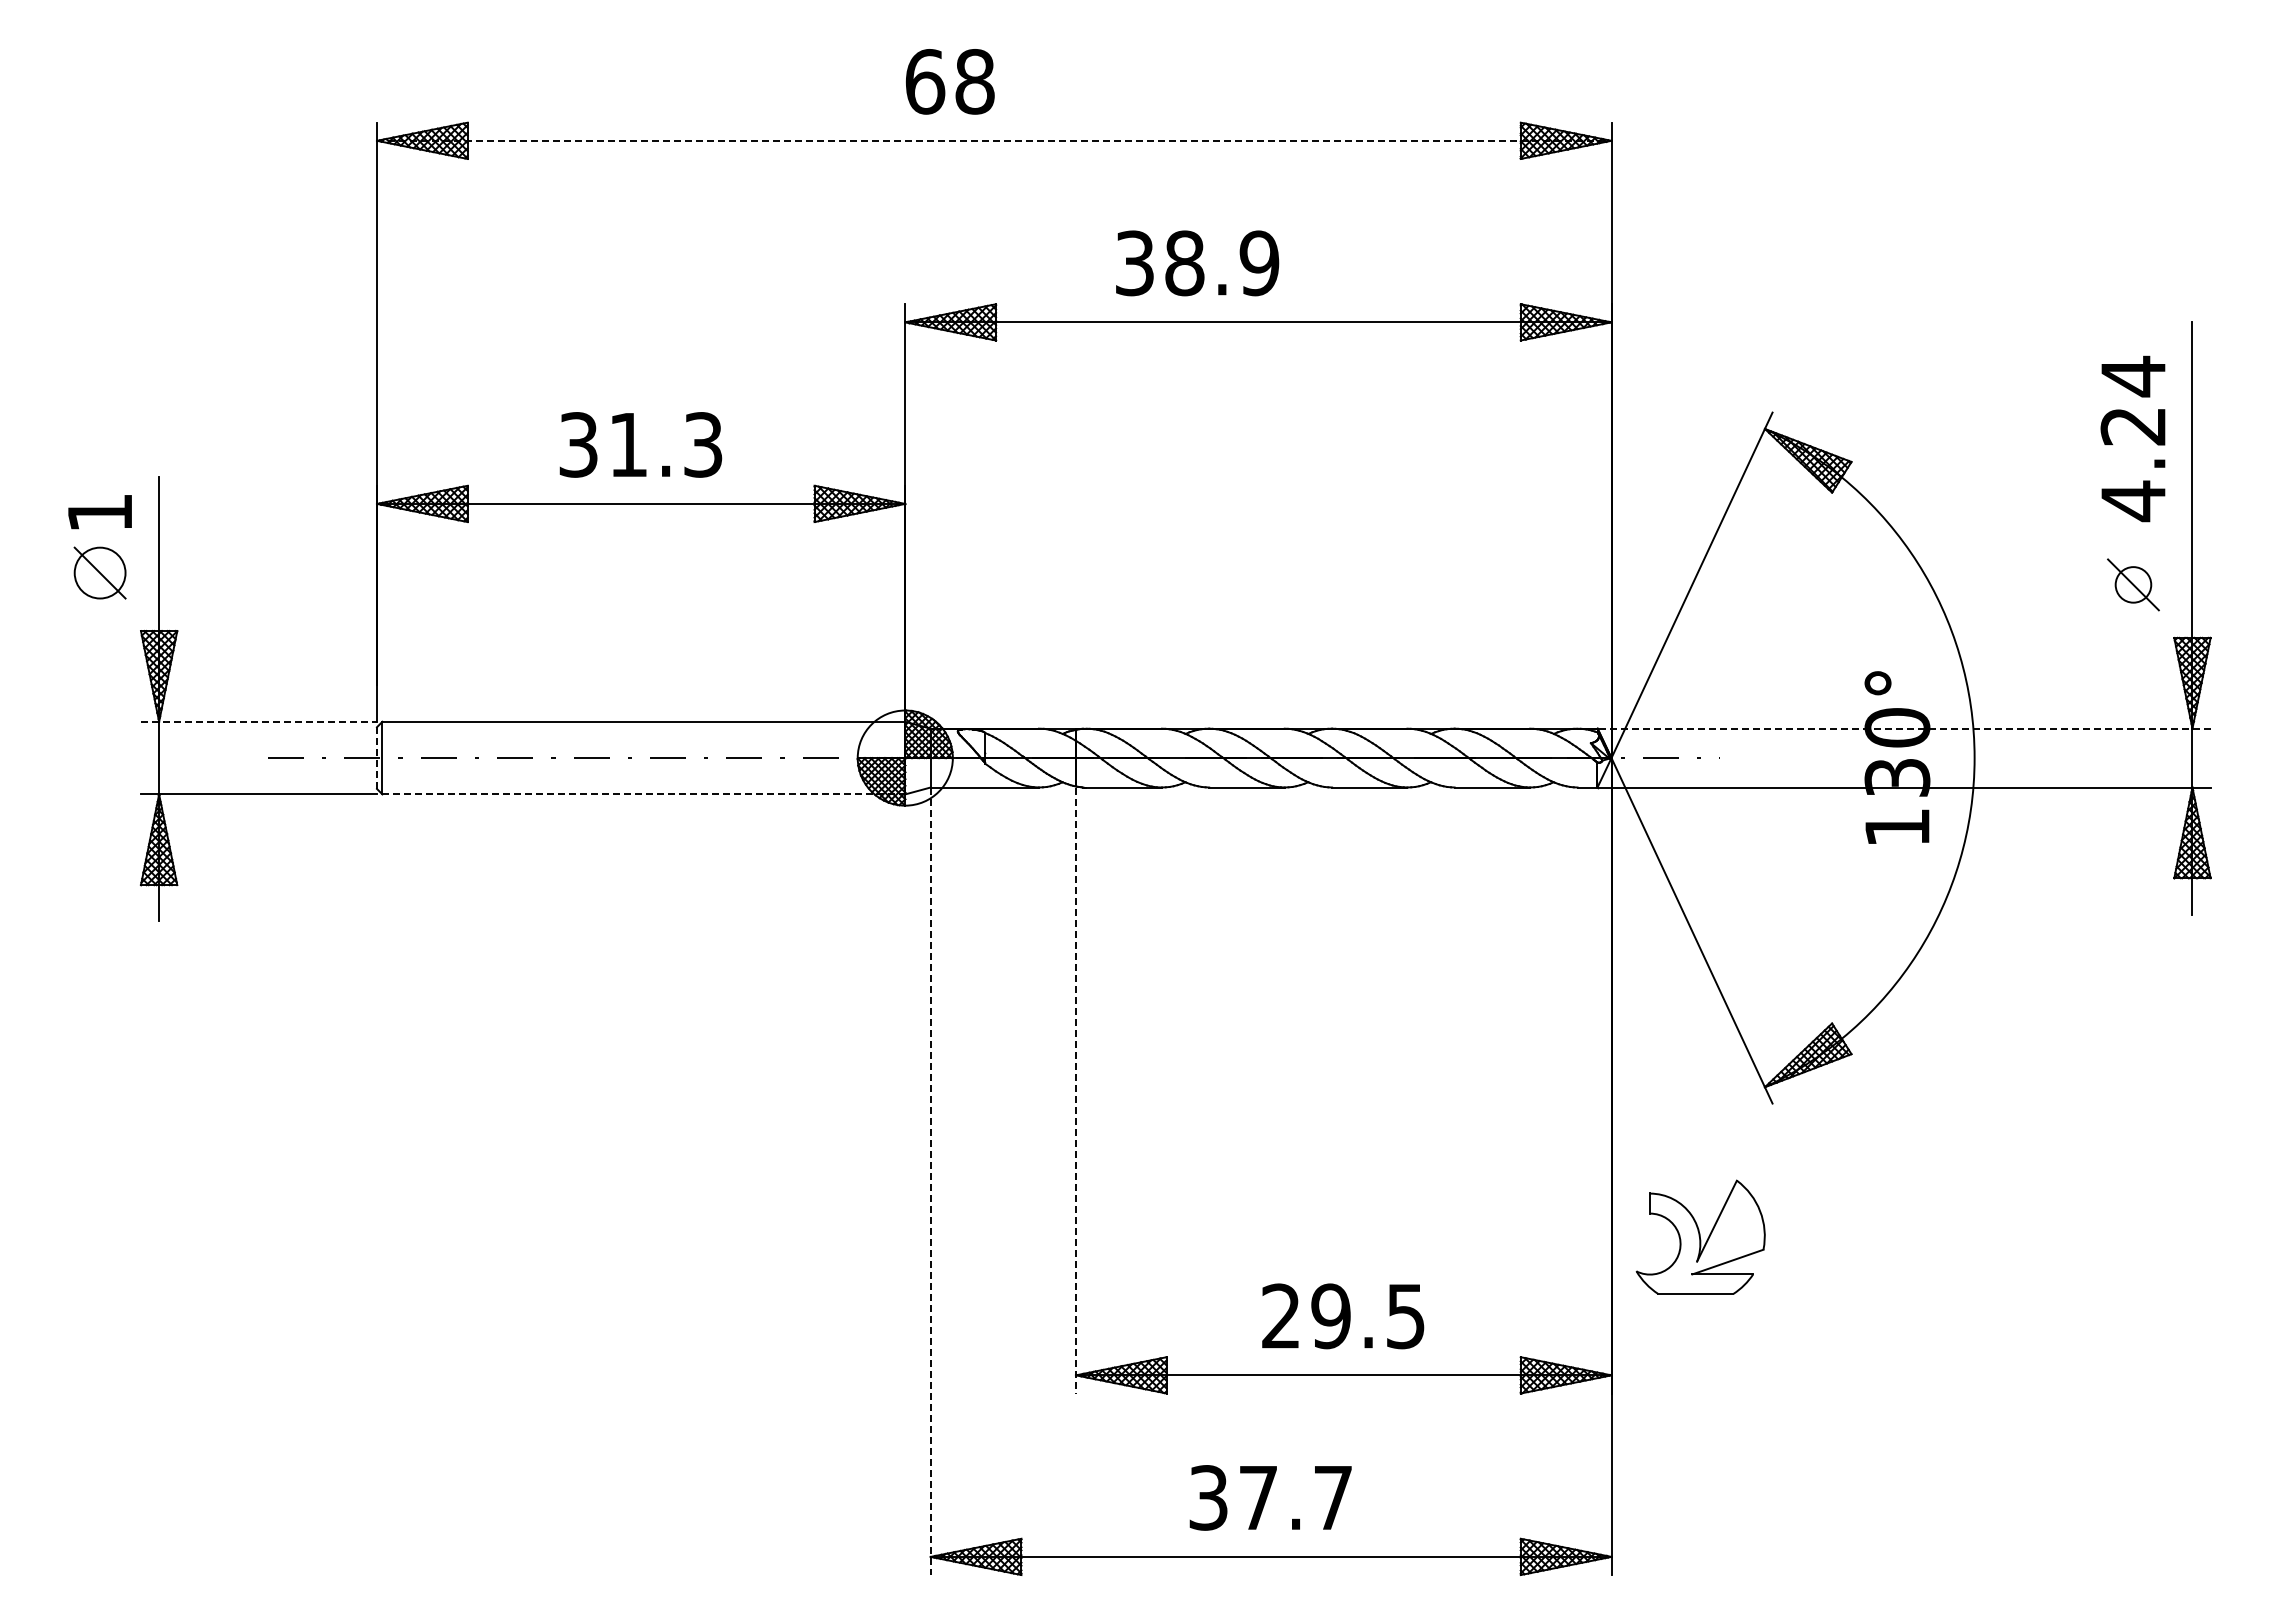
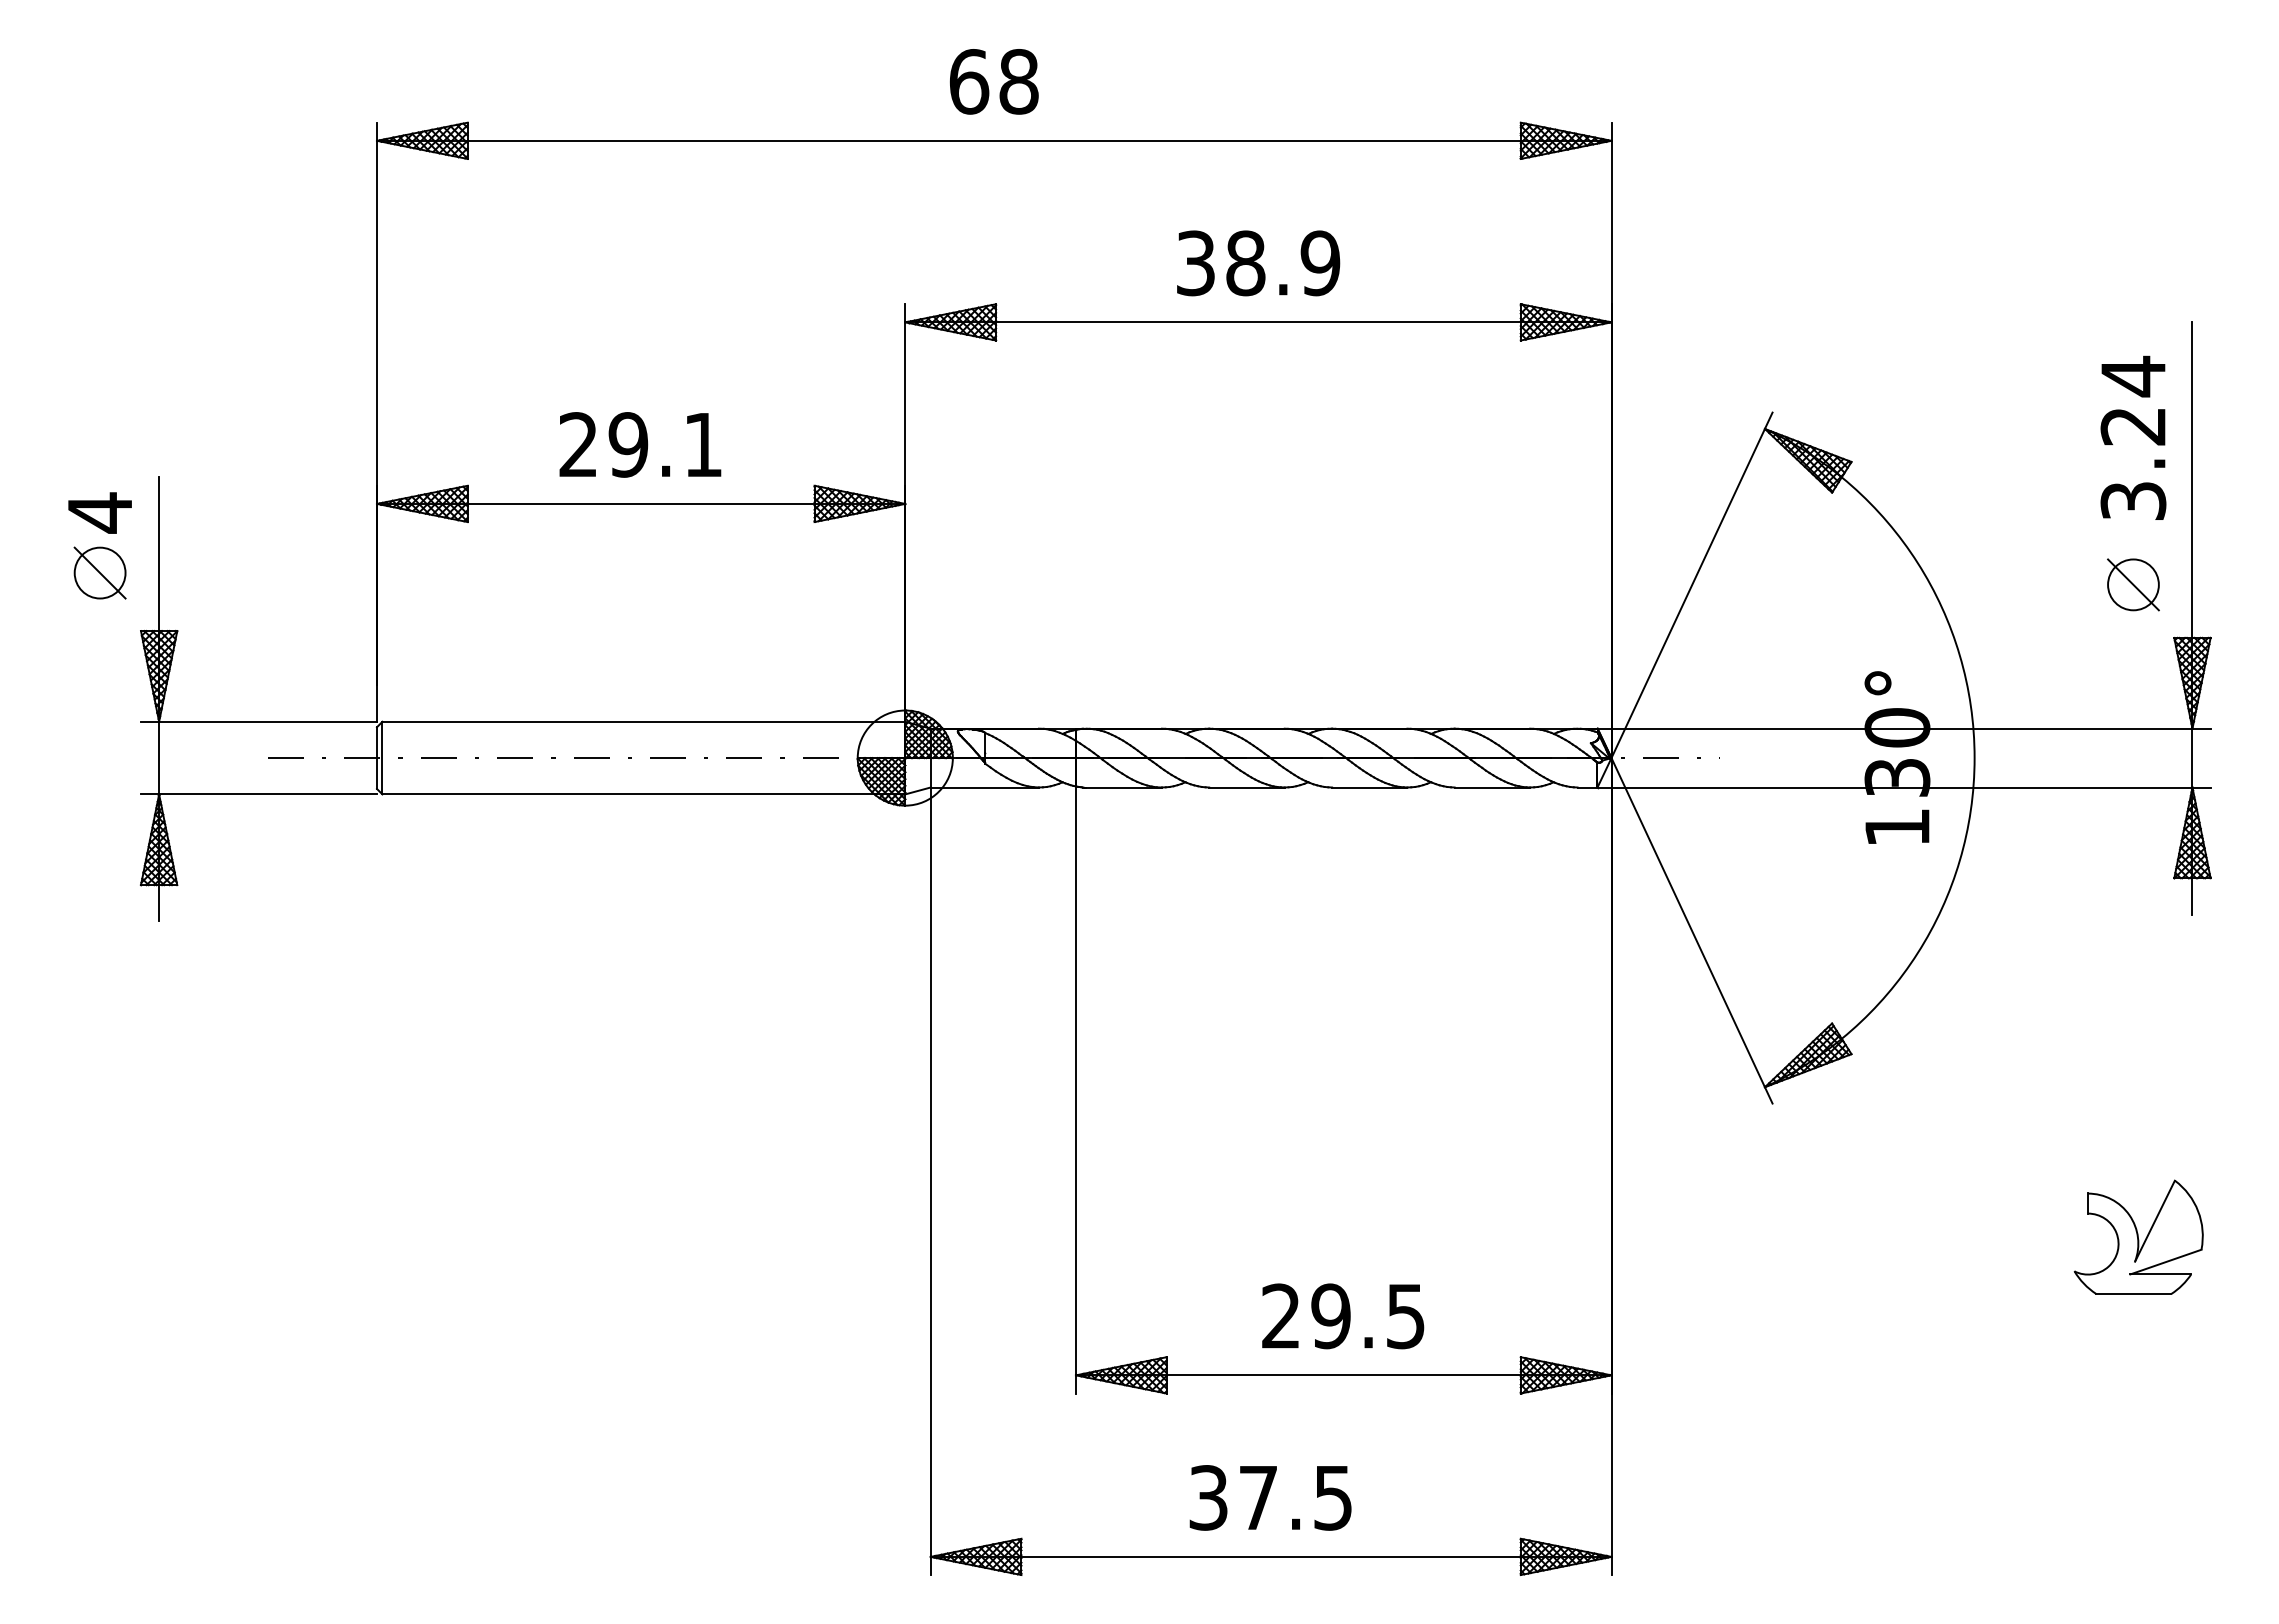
text at (950, 81) position: (950, 81) -> (994, 81)
line at (994, 140): dashed -> solid
text at (1197, 263) position: (1197, 263) -> (1258, 263)
text at (640, 444): 31.3 -> 29.1
text at (2133, 501): 4.24 -> 3.24
text at (99, 512): 1 -> 4
circle at (2133, 584) diameter: 36 px -> 51 px
line at (259, 721): dashed -> solid
line at (1903, 728): dashed -> solid
line at (377, 758): dashed -> solid
line at (644, 794): dashed -> solid
line at (1075, 1091): dashed -> solid
line at (930, 1181): dashed -> solid
part at (1700, 1236) position: (1700, 1236) -> (2138, 1236)
text at (1332, 1498): 37.7 -> 37.5
